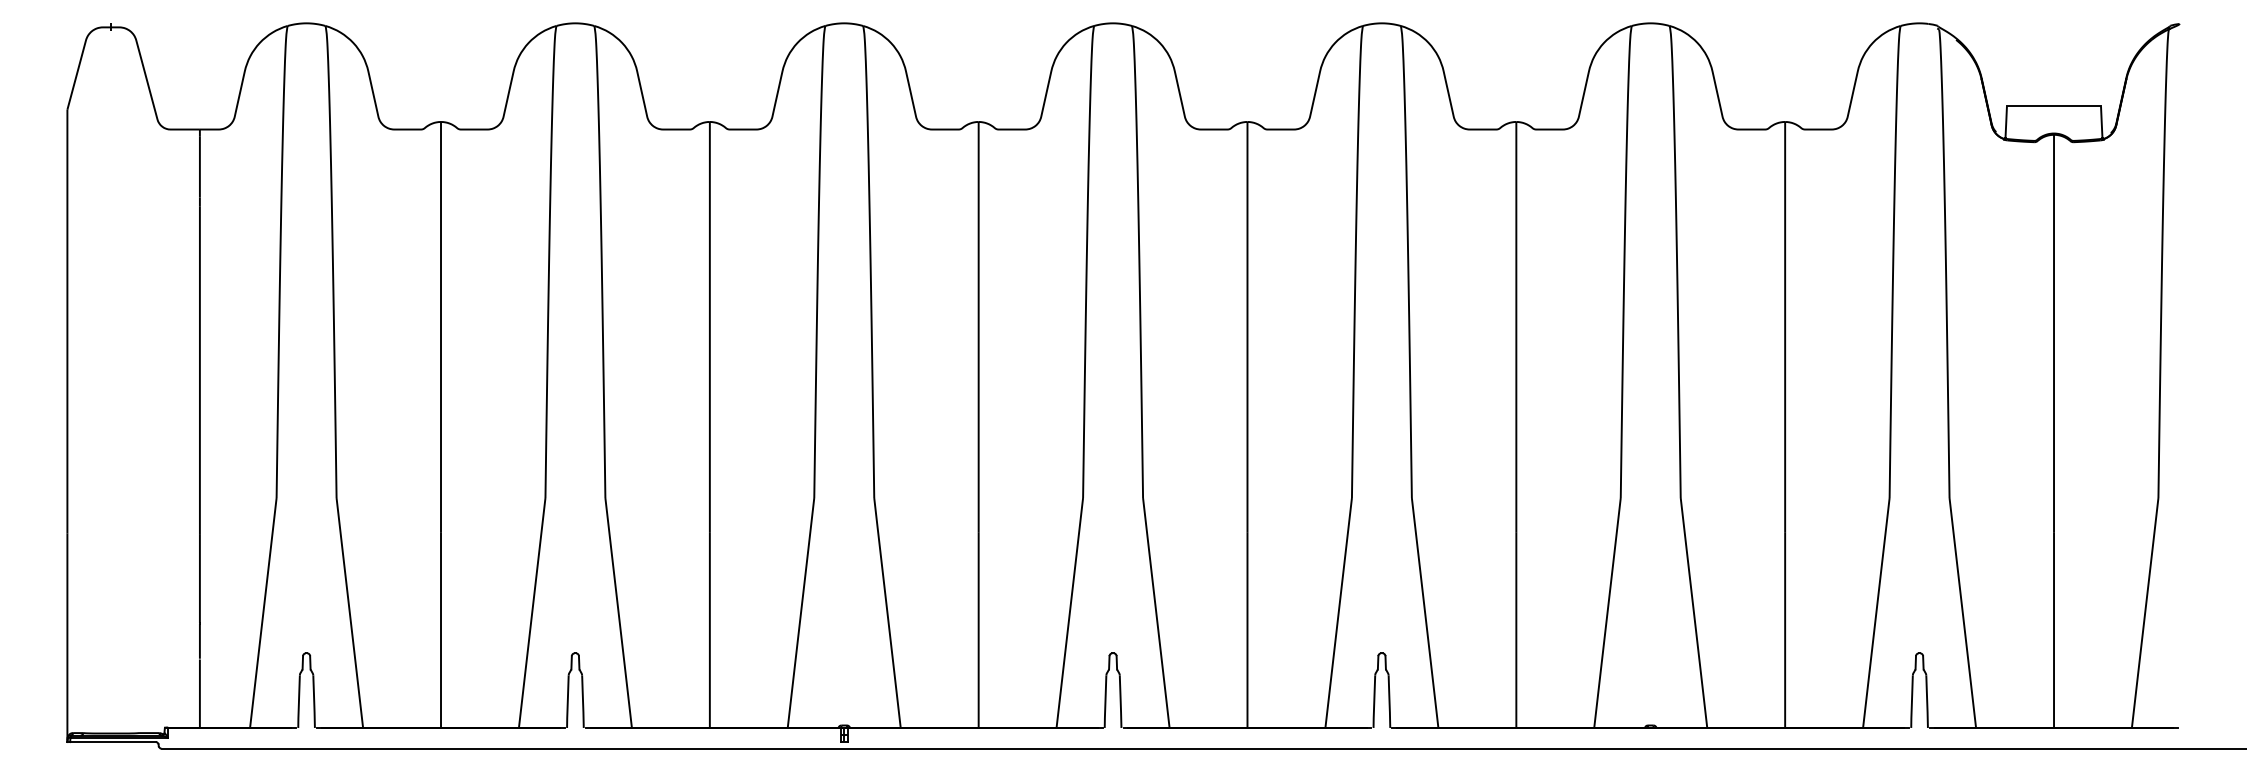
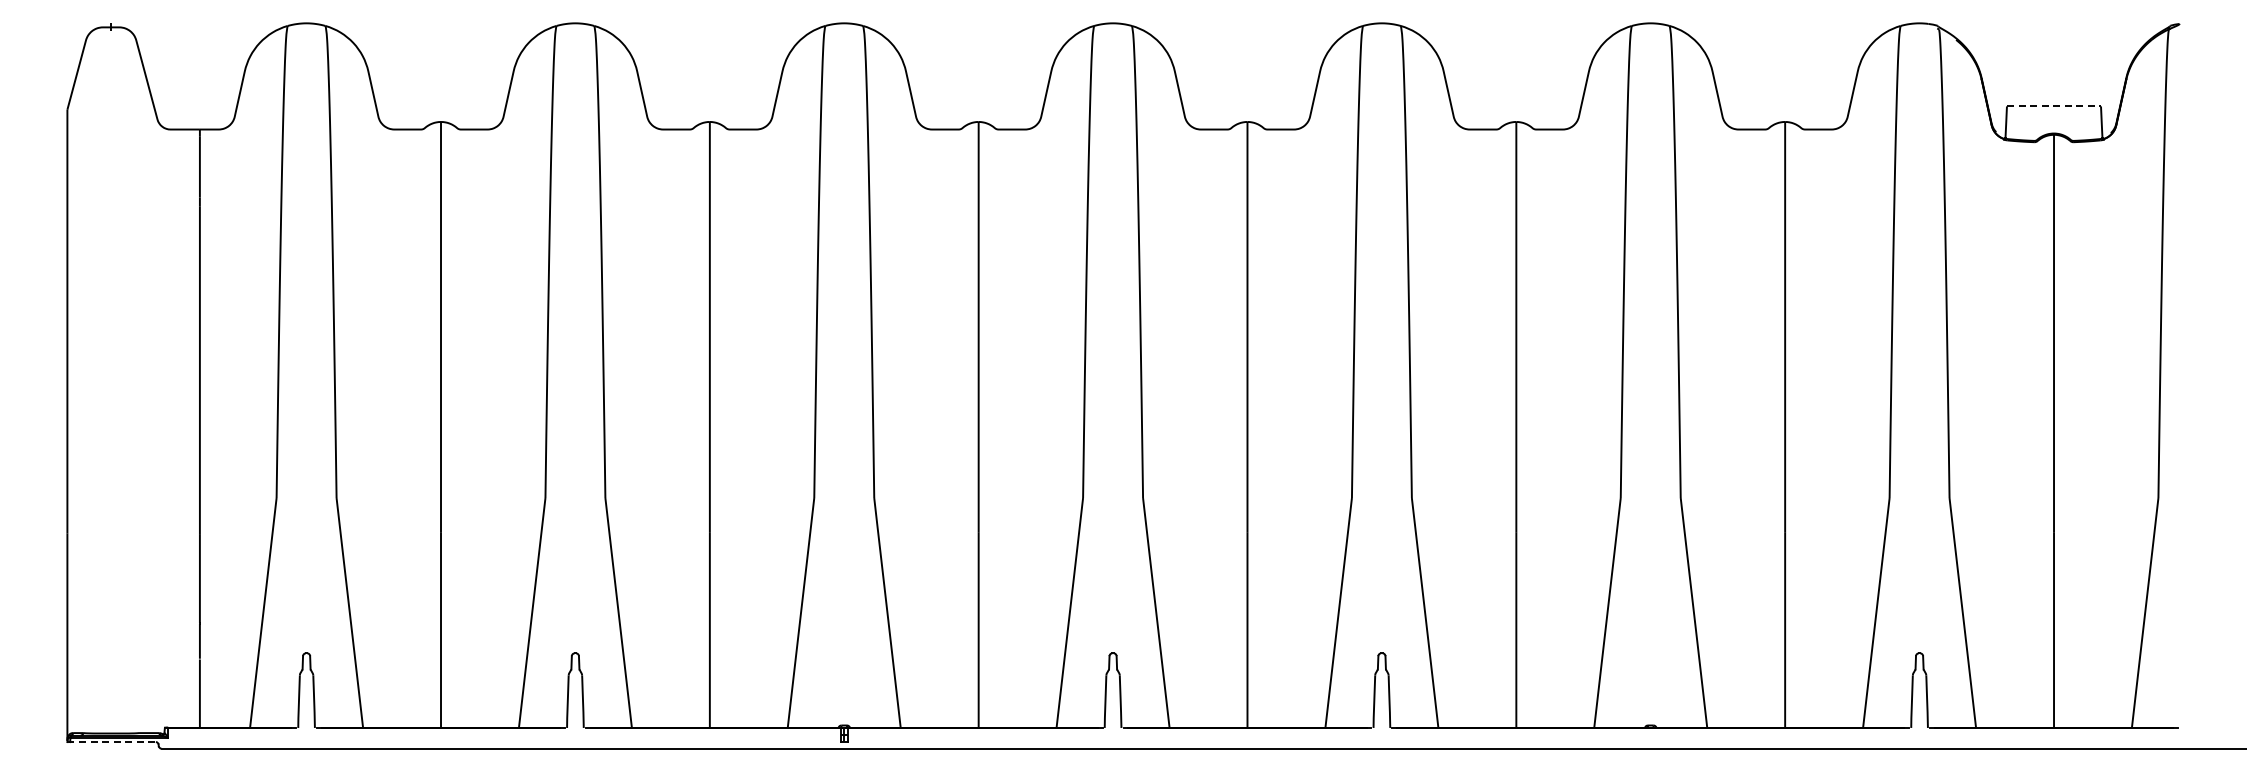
line at (2054, 106): solid -> dashed
line at (112, 742): solid -> dashed
